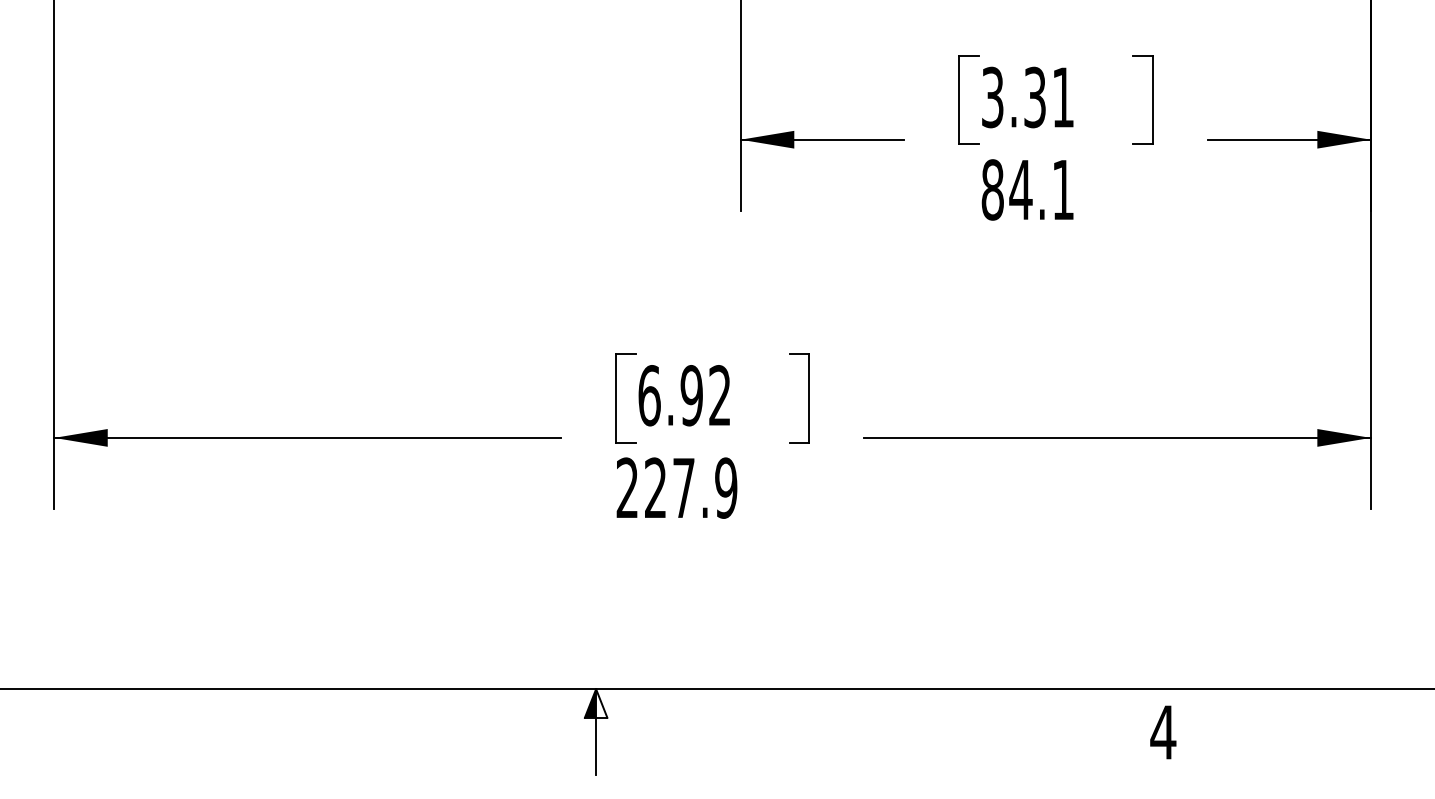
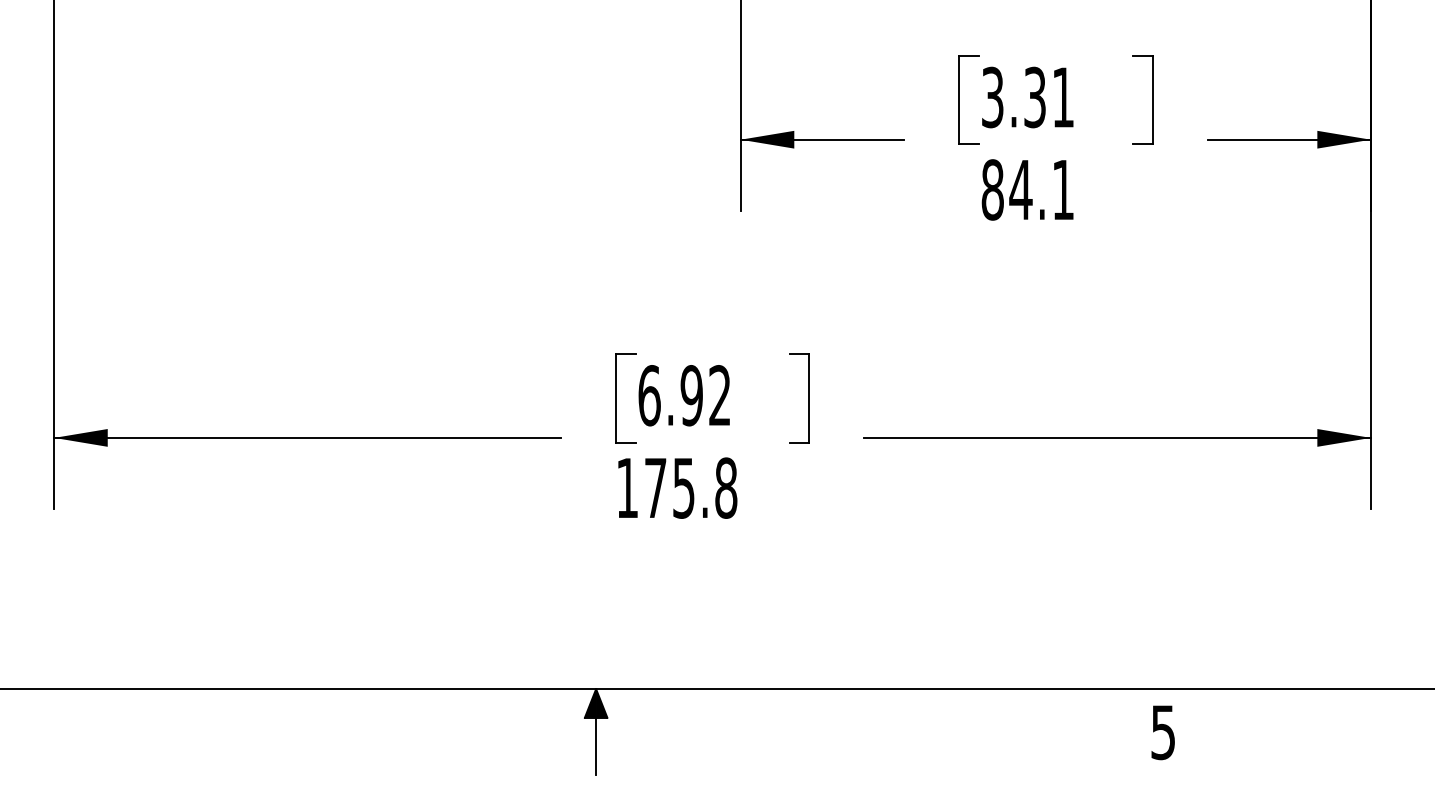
text at (676, 487): 227.9 -> 175.8
fill at (601, 703): none -> present
text at (1163, 732): 4 -> 5
